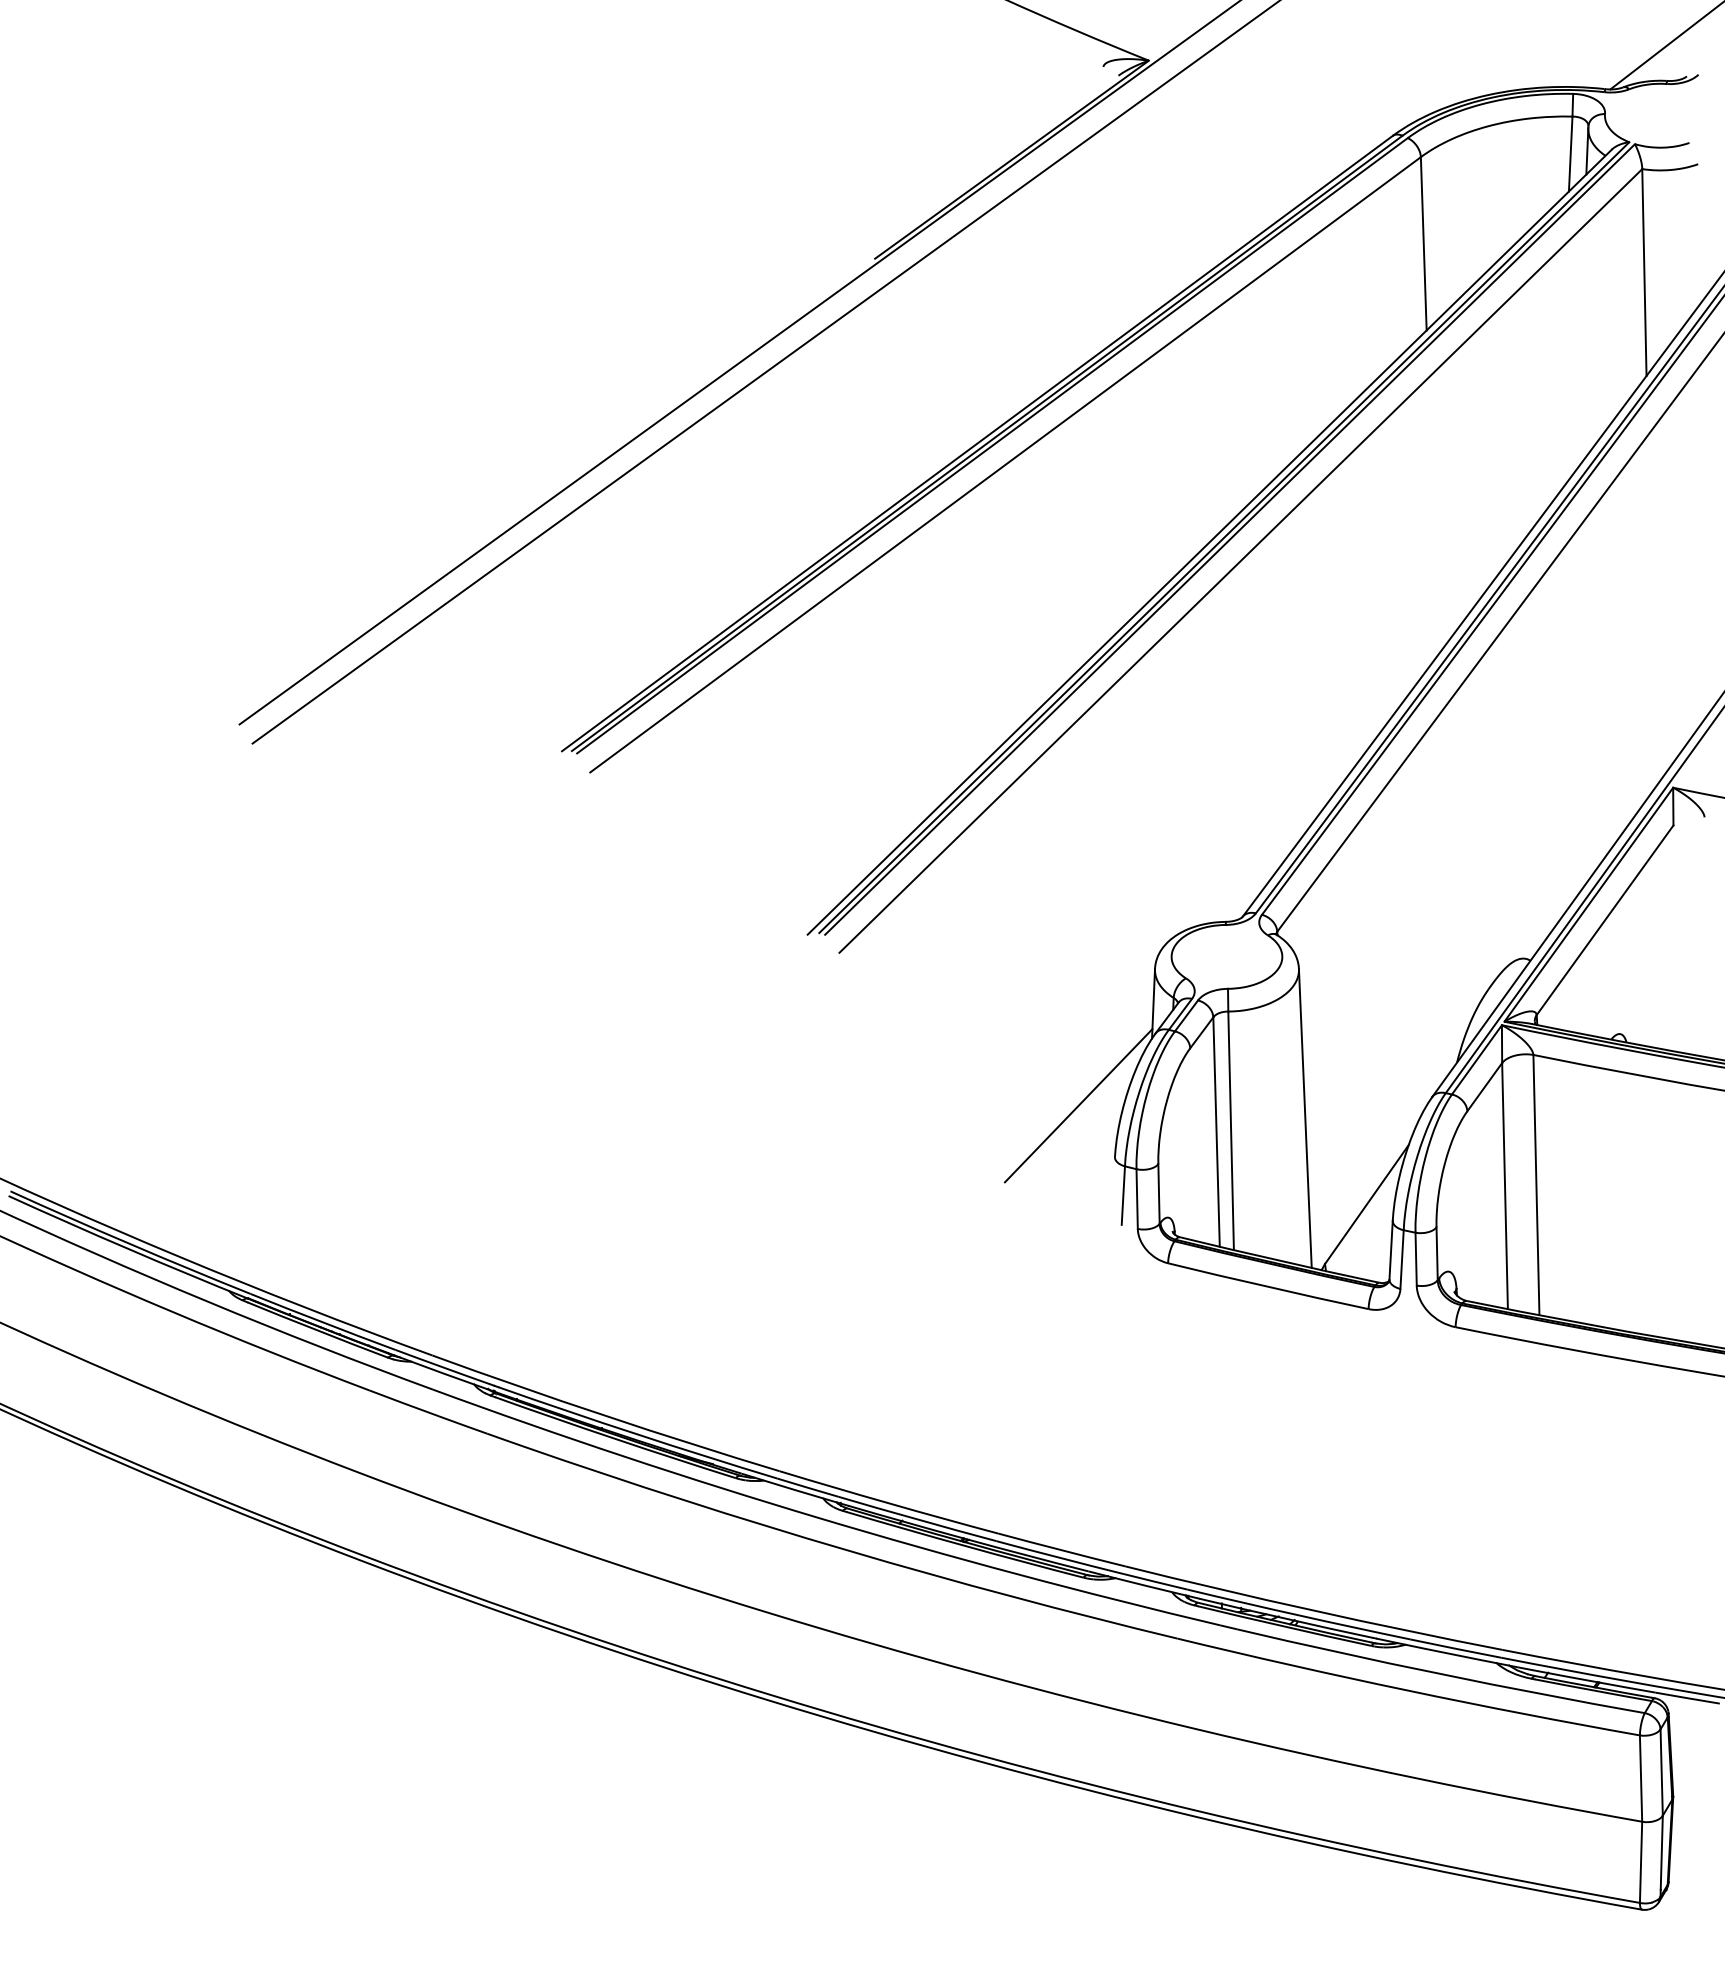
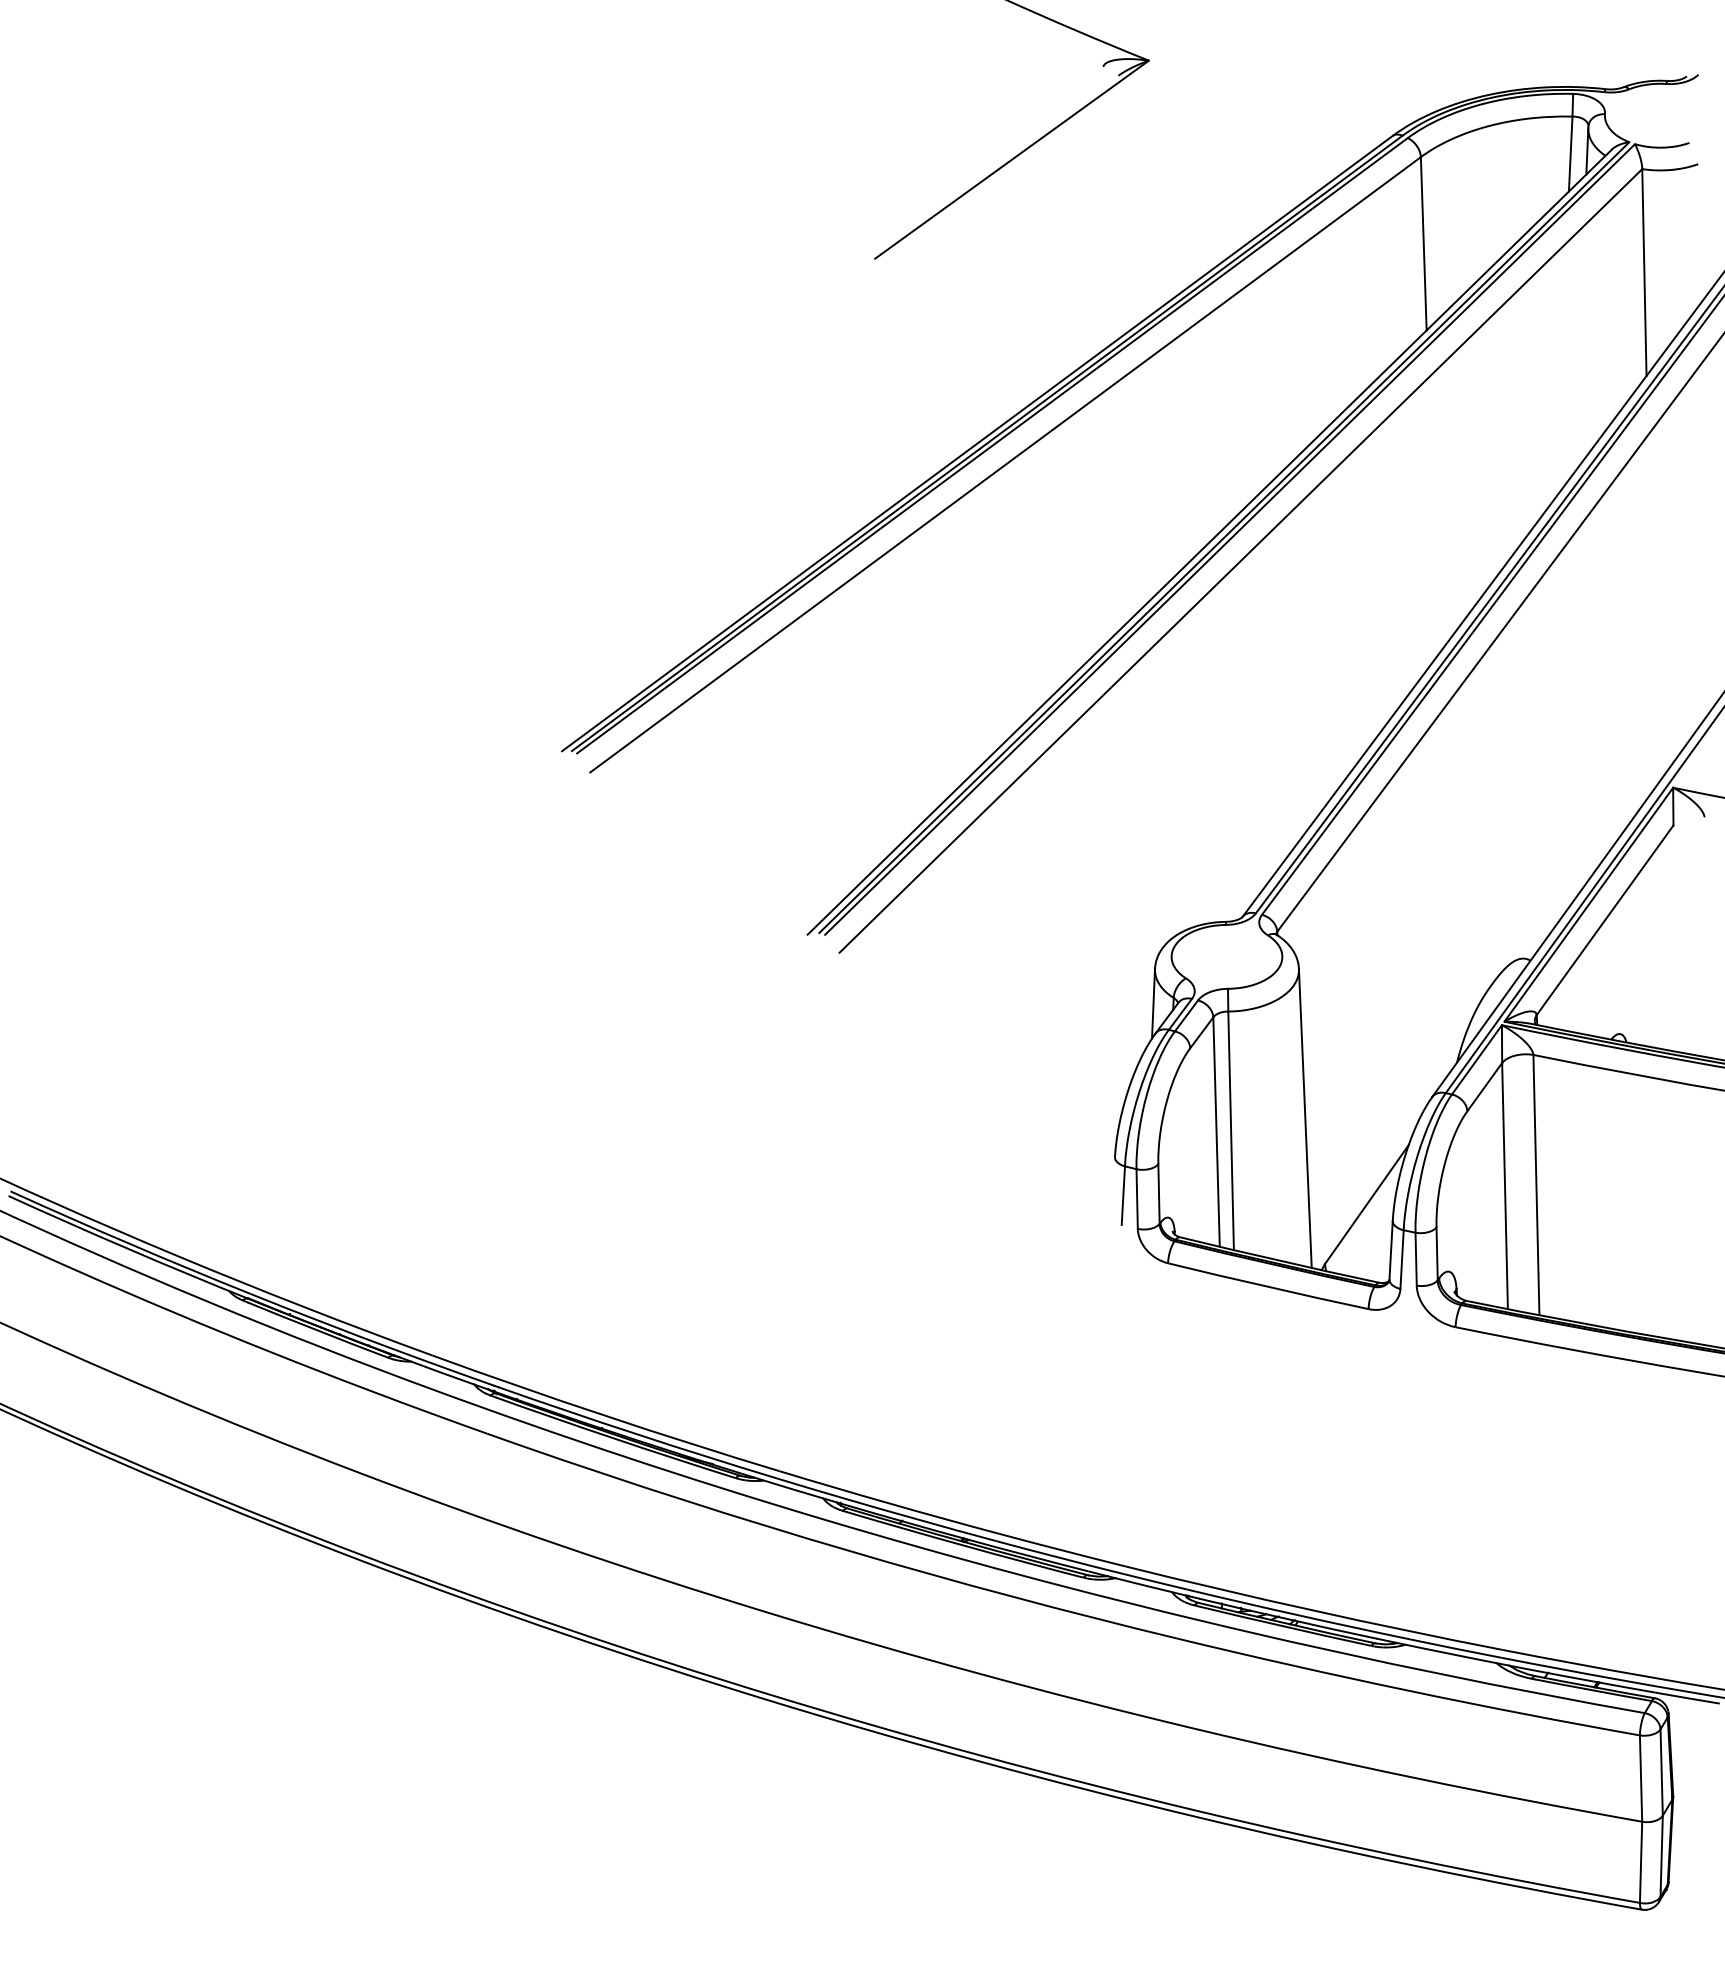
line at (1665, 46): present -> none
line at (738, 363): present -> none
line at (764, 372): present -> none
line at (1078, 1105): present -> none
